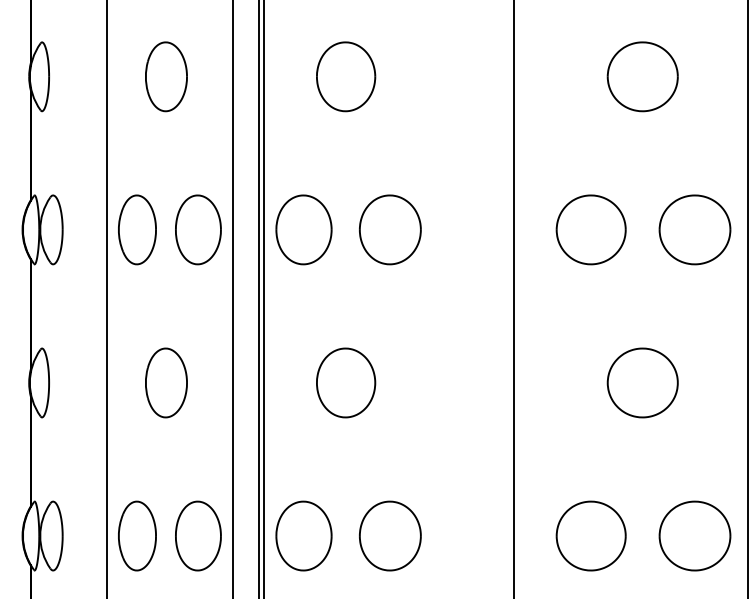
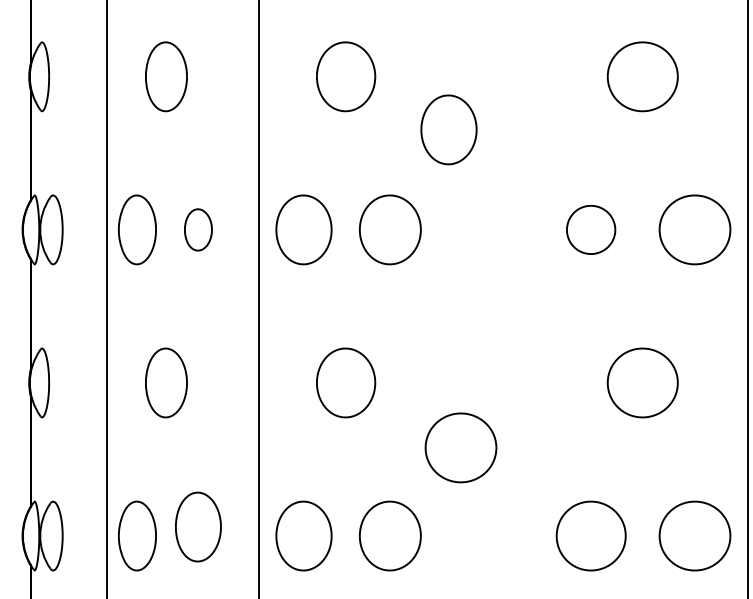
part at (448, 129): none -> present
part at (198, 229) size: 47x72 px -> 29x44 px
part at (590, 229) size: 72x72 px -> 51x51 px
line at (232, 298): present -> none
line at (263, 298): present -> none
line at (513, 298): present -> none
part at (460, 447): none -> present
part at (198, 535) position: (198, 535) -> (198, 526)
